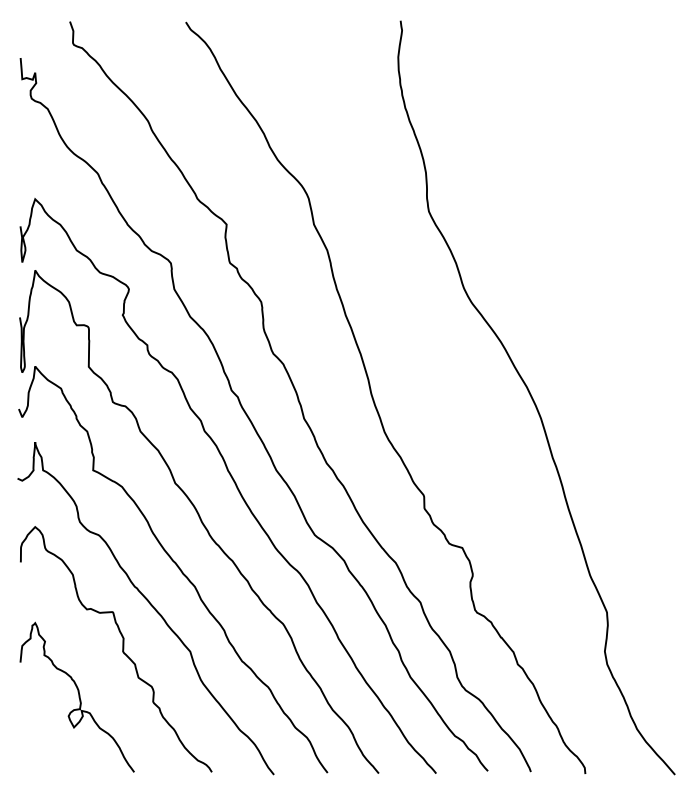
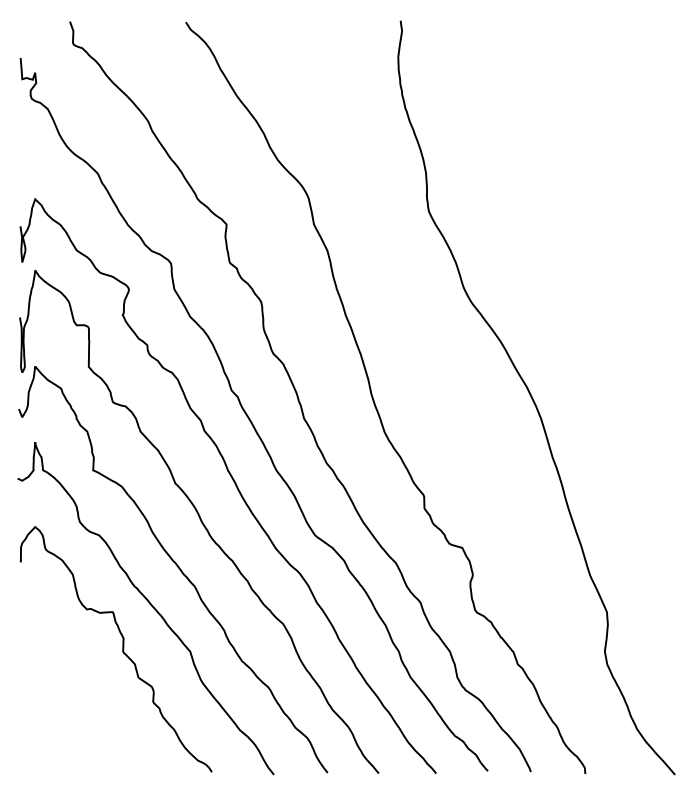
curve at (78, 696): present -> none
